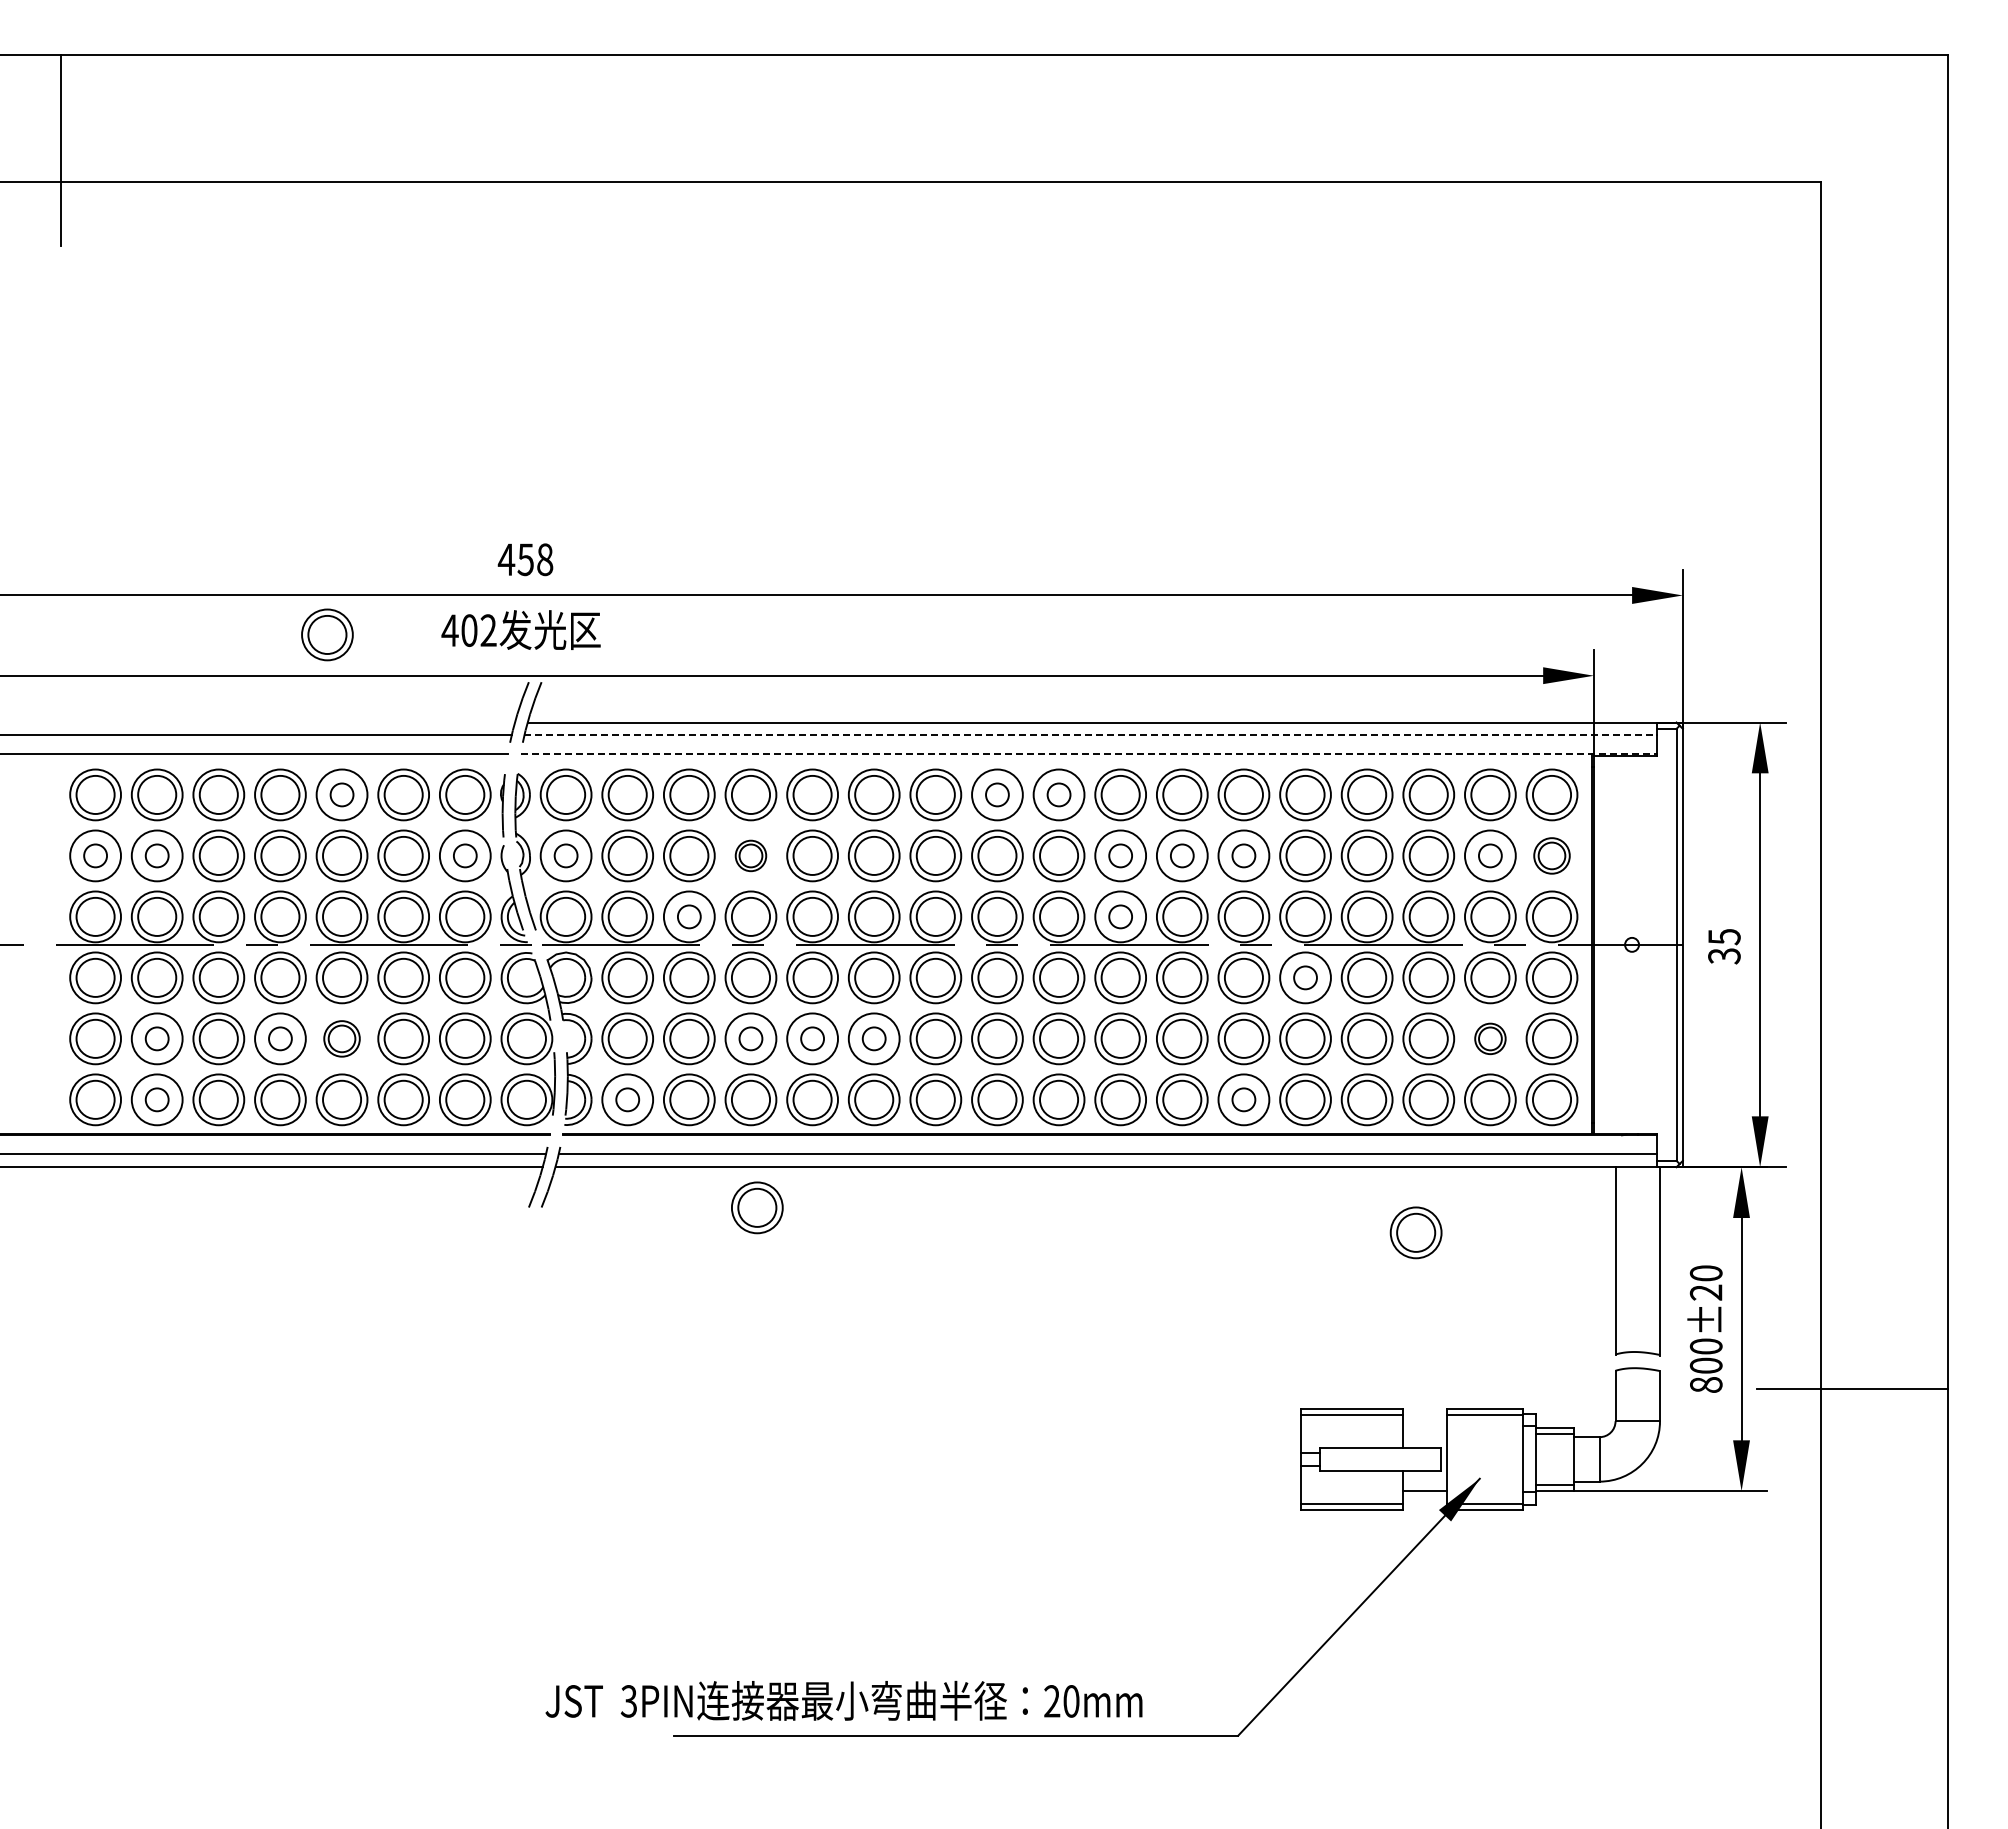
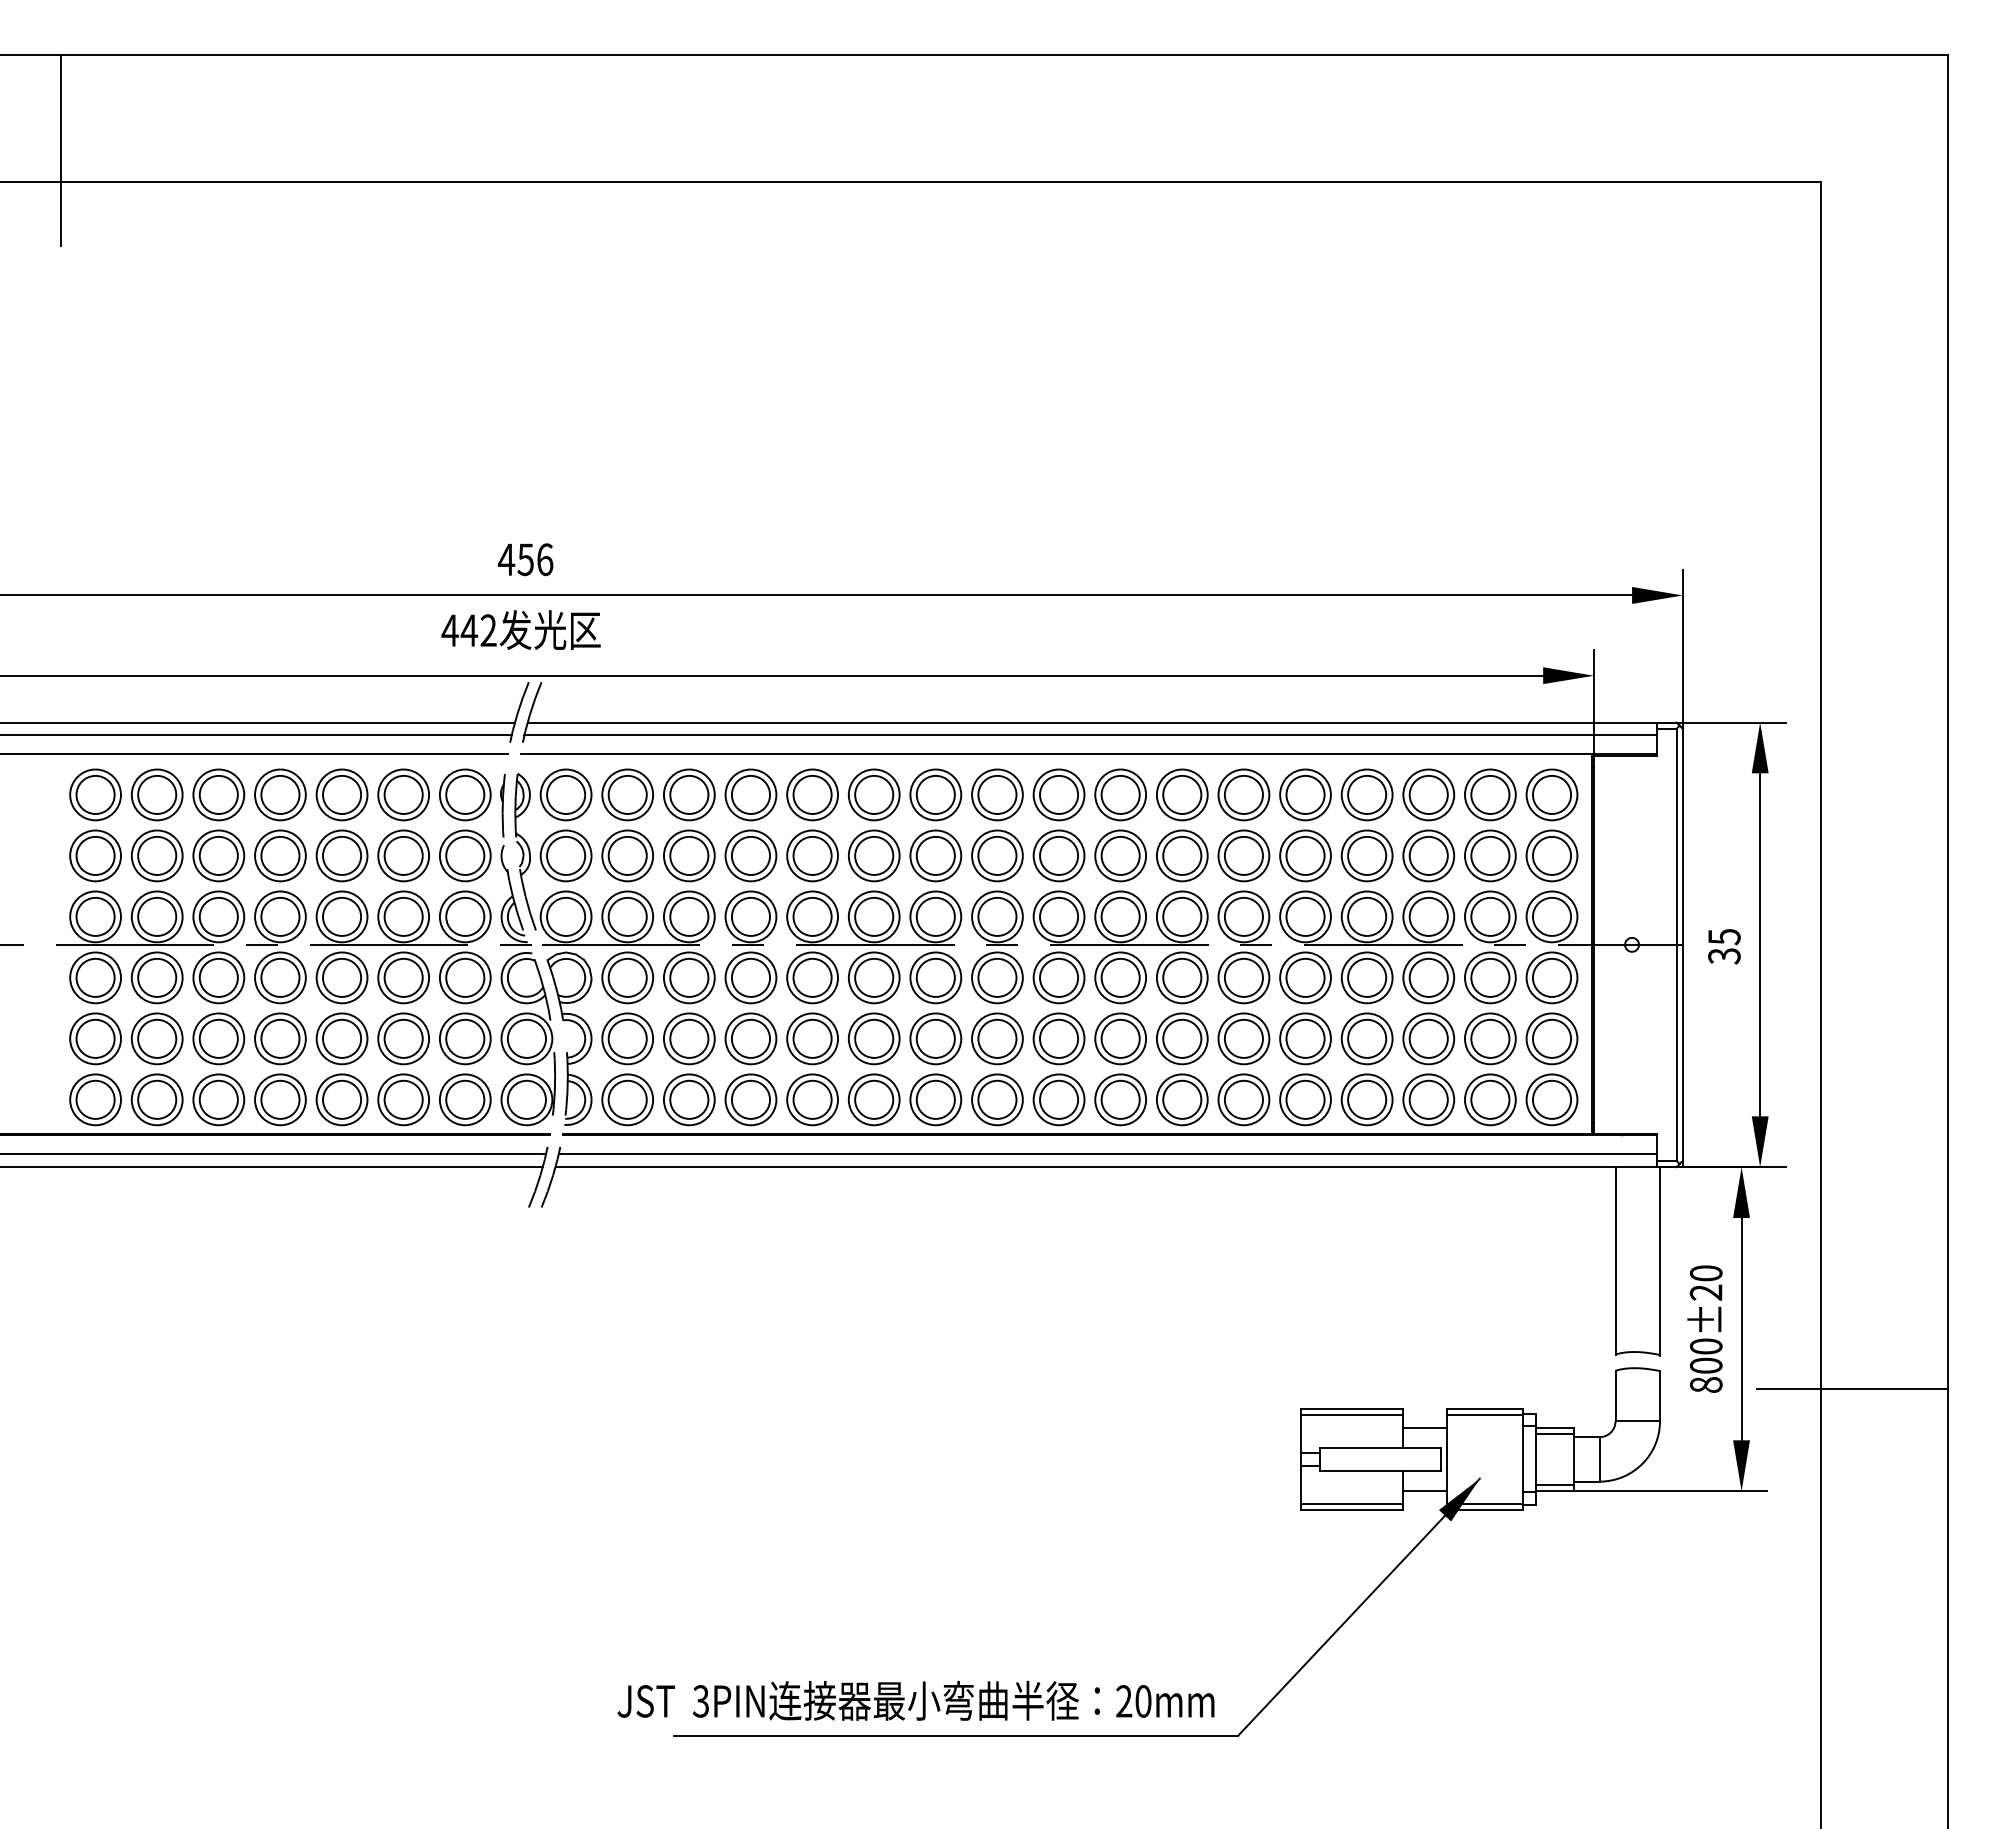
text at (545, 559): 458 -> 456
text at (469, 630): 402 -> 442
part at (327, 634): present -> none
line at (258, 722): none -> present
line at (1090, 735): dashed -> solid
line at (1089, 754): dashed -> solid
circle at (341, 794) diameter: 23 px -> 38 px
circle at (997, 794) diameter: 23 px -> 38 px
circle at (1058, 794) diameter: 23 px -> 38 px
circle at (95, 855) diameter: 23 px -> 38 px
circle at (156, 855) diameter: 23 px -> 38 px
circle at (464, 855) diameter: 23 px -> 38 px
circle at (565, 855) diameter: 23 px -> 38 px
part at (750, 855) size: 34x34 px -> 54x54 px
circle at (1120, 855) diameter: 23 px -> 38 px
circle at (1181, 855) diameter: 23 px -> 38 px
circle at (1243, 855) diameter: 23 px -> 38 px
circle at (1489, 855) diameter: 23 px -> 38 px
part at (1551, 855) size: 38x38 px -> 54x54 px
circle at (688, 916) diameter: 23 px -> 38 px
circle at (1120, 916) diameter: 23 px -> 38 px
circle at (1305, 977) diameter: 23 px -> 38 px
circle at (156, 1038) diameter: 23 px -> 38 px
circle at (280, 1038) diameter: 23 px -> 38 px
part at (341, 1038) size: 38x38 px -> 54x54 px
circle at (750, 1038) diameter: 23 px -> 38 px
circle at (812, 1038) diameter: 23 px -> 38 px
circle at (873, 1038) diameter: 23 px -> 38 px
part at (1490, 1038) size: 33x34 px -> 53x54 px
circle at (156, 1099) diameter: 23 px -> 38 px
circle at (627, 1099) diameter: 23 px -> 38 px
circle at (1243, 1099) diameter: 23 px -> 38 px
part at (757, 1207): present -> none
part at (1415, 1232): present -> none
line at (1424, 1427): none -> present
text at (843, 1700) position: (843, 1700) -> (915, 1700)
